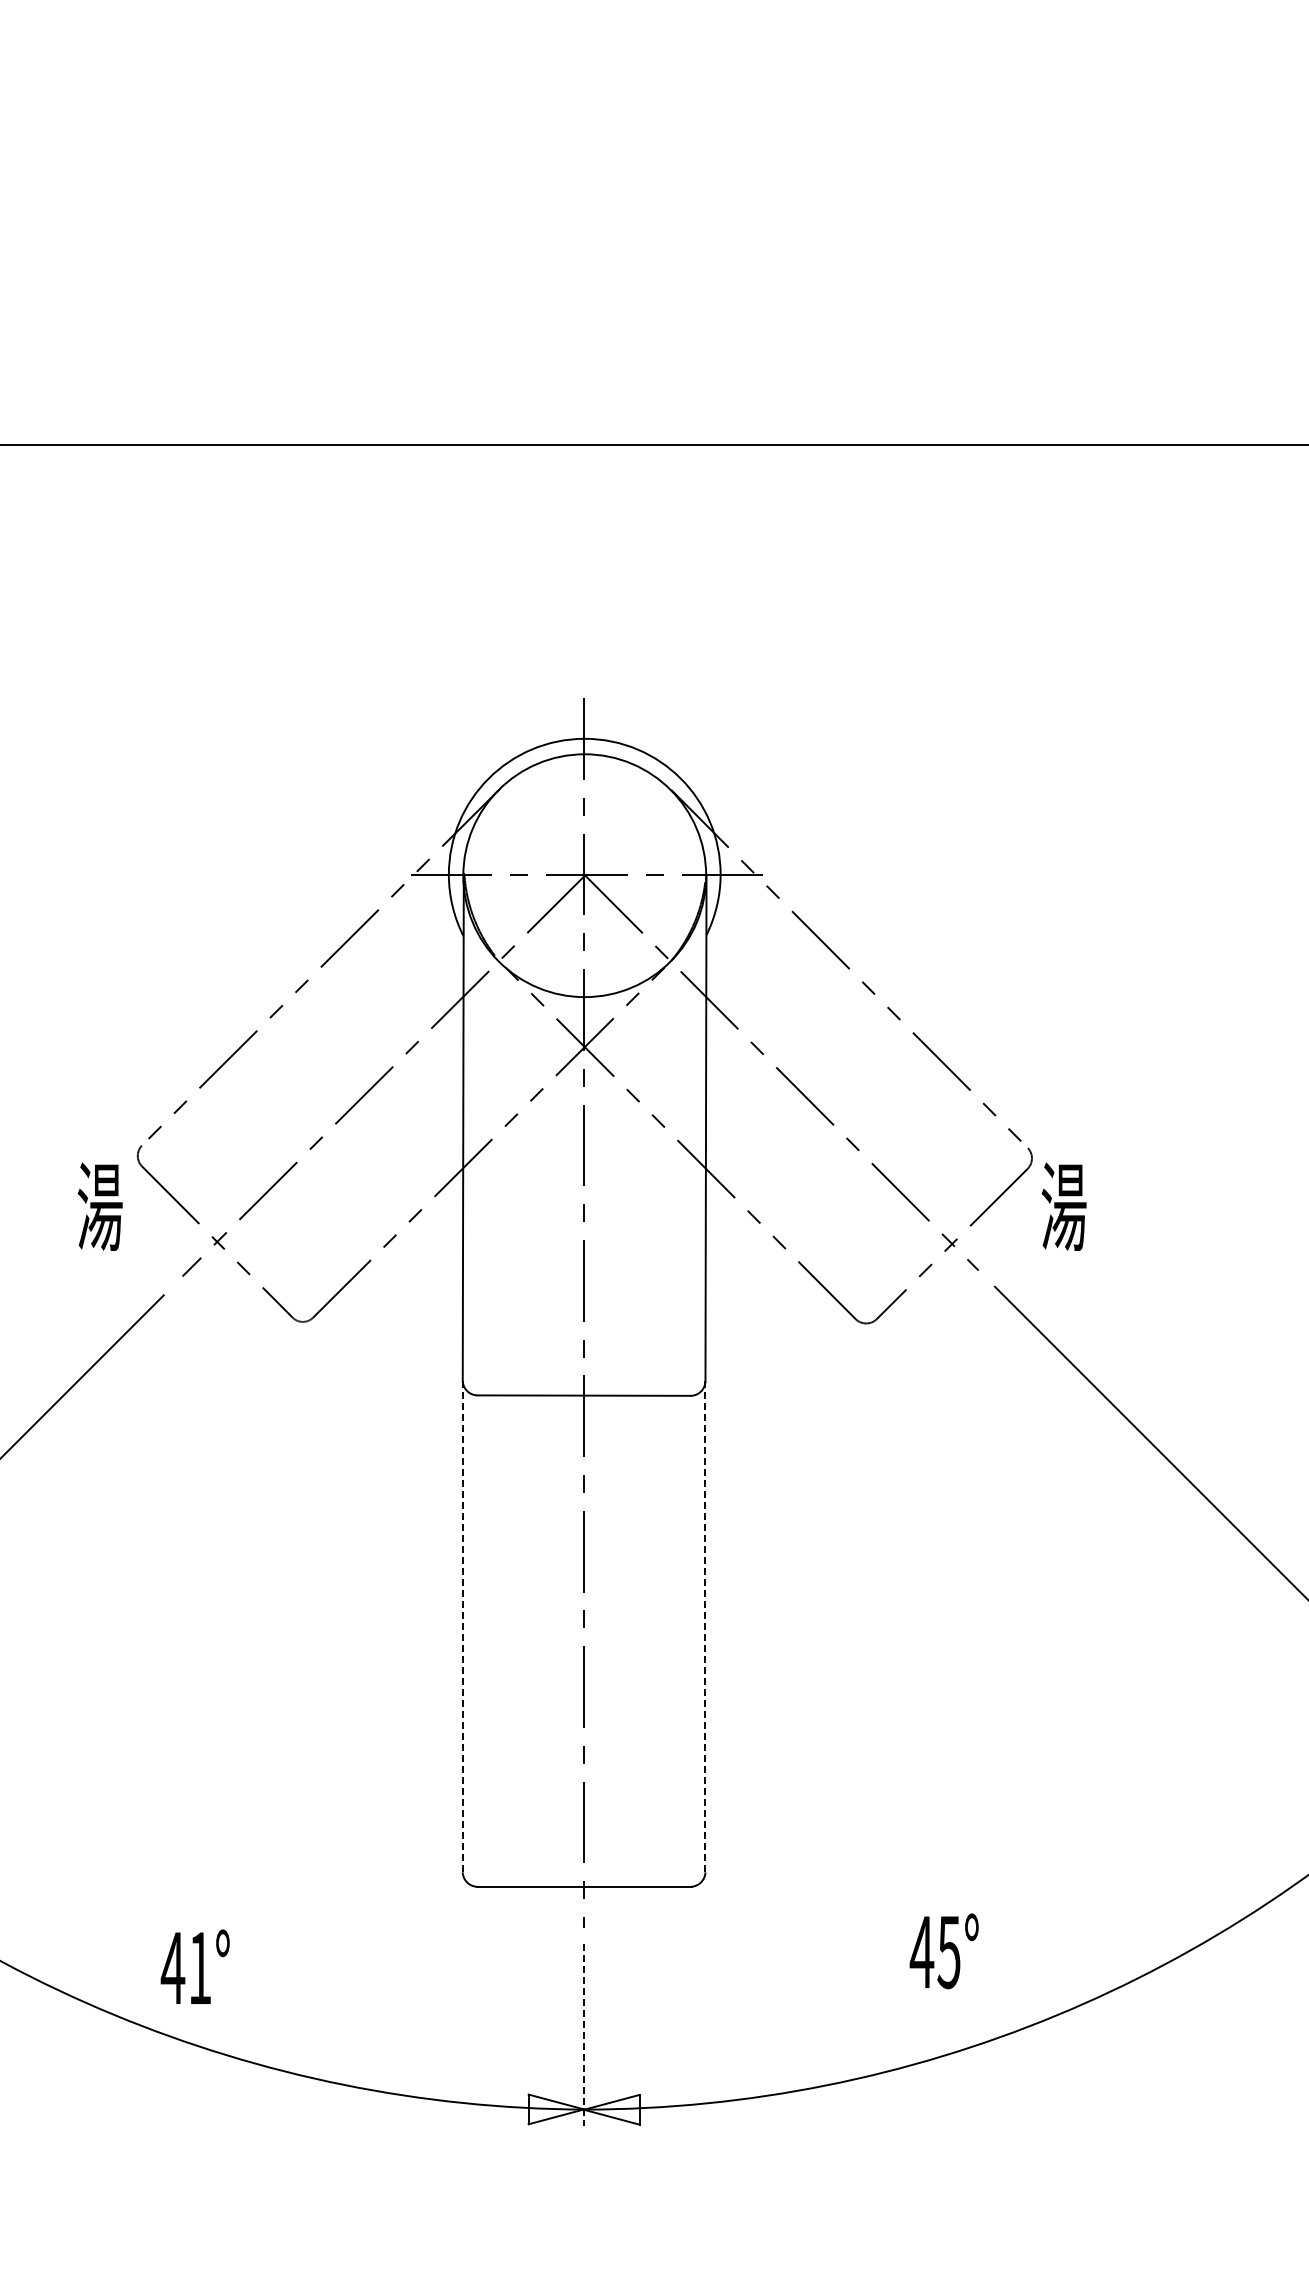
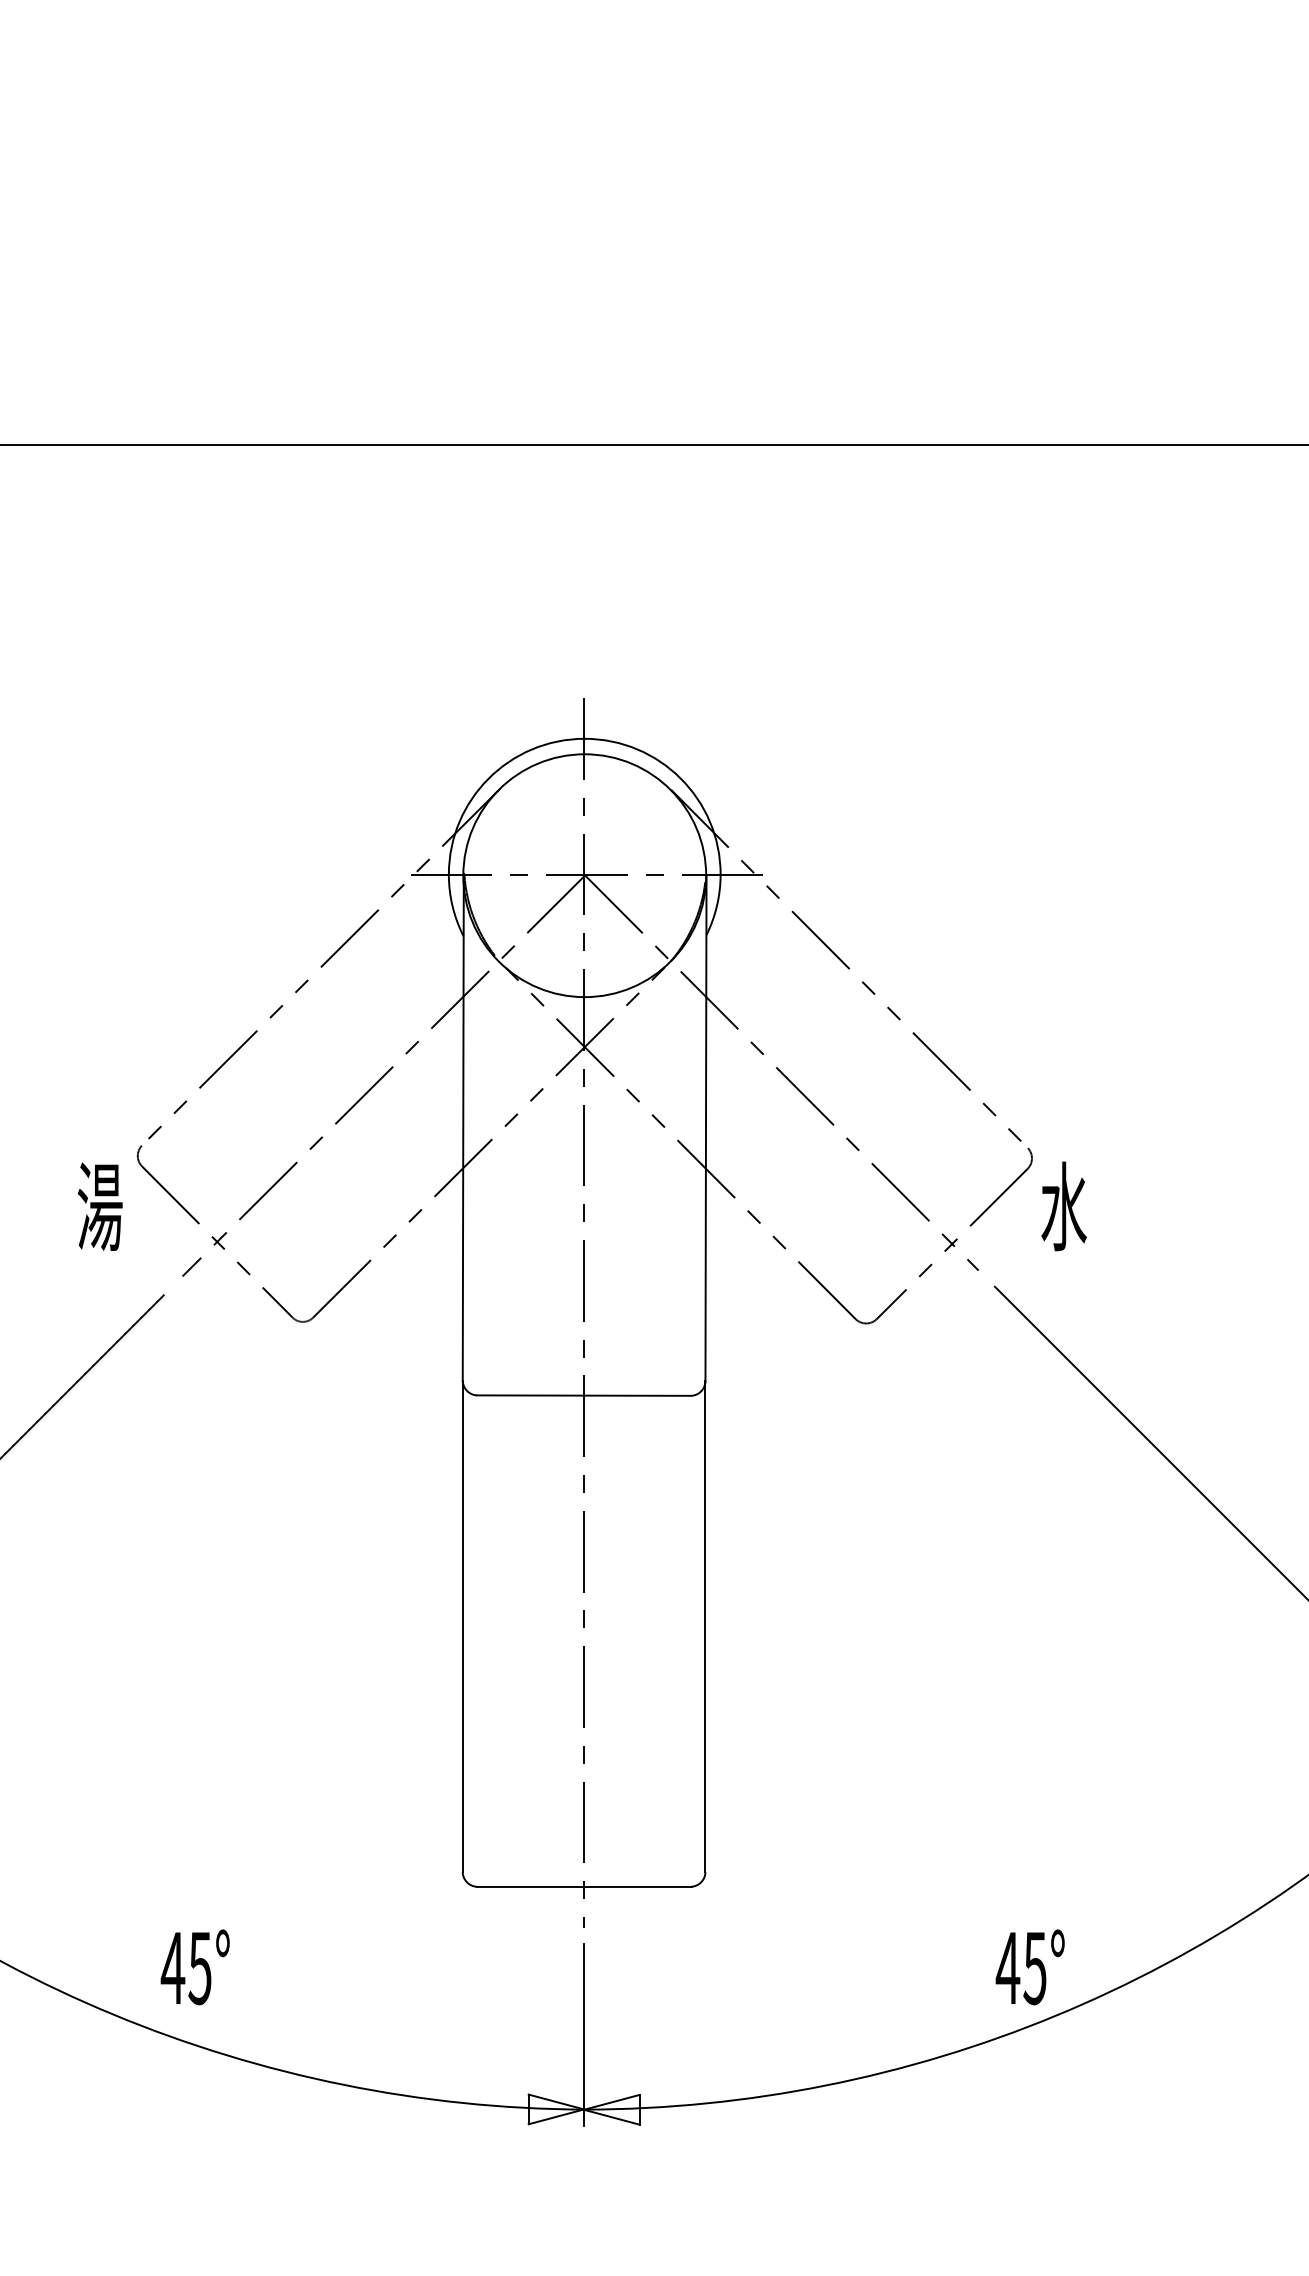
text at (1063, 1206): 湯 -> 水
line at (462, 1626): dashed -> solid
line at (705, 1626): dashed -> solid
text at (943, 1951) position: (943, 1951) -> (1029, 1967)
text at (199, 1968): 41° -> 45°
line at (584, 2035): dashed -> solid
